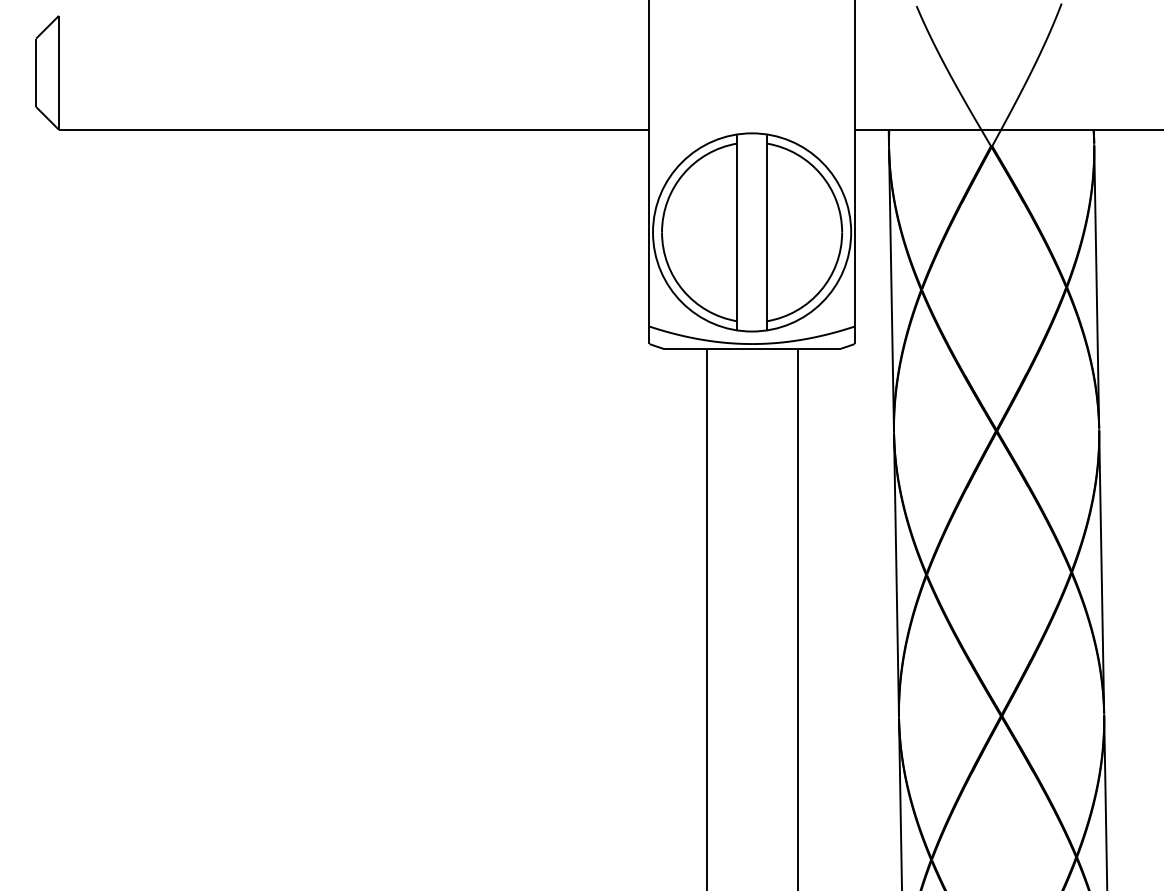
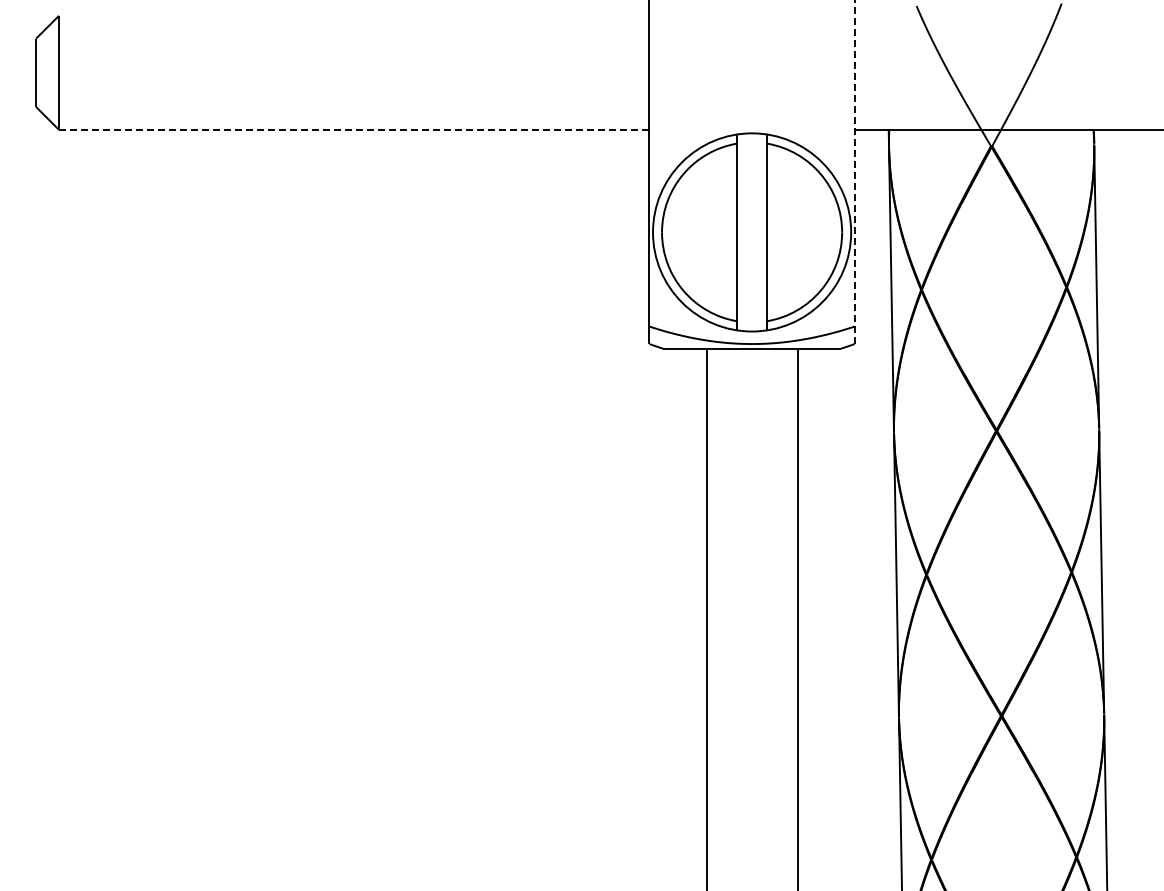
line at (353, 129): solid -> dashed
line at (854, 172): solid -> dashed
